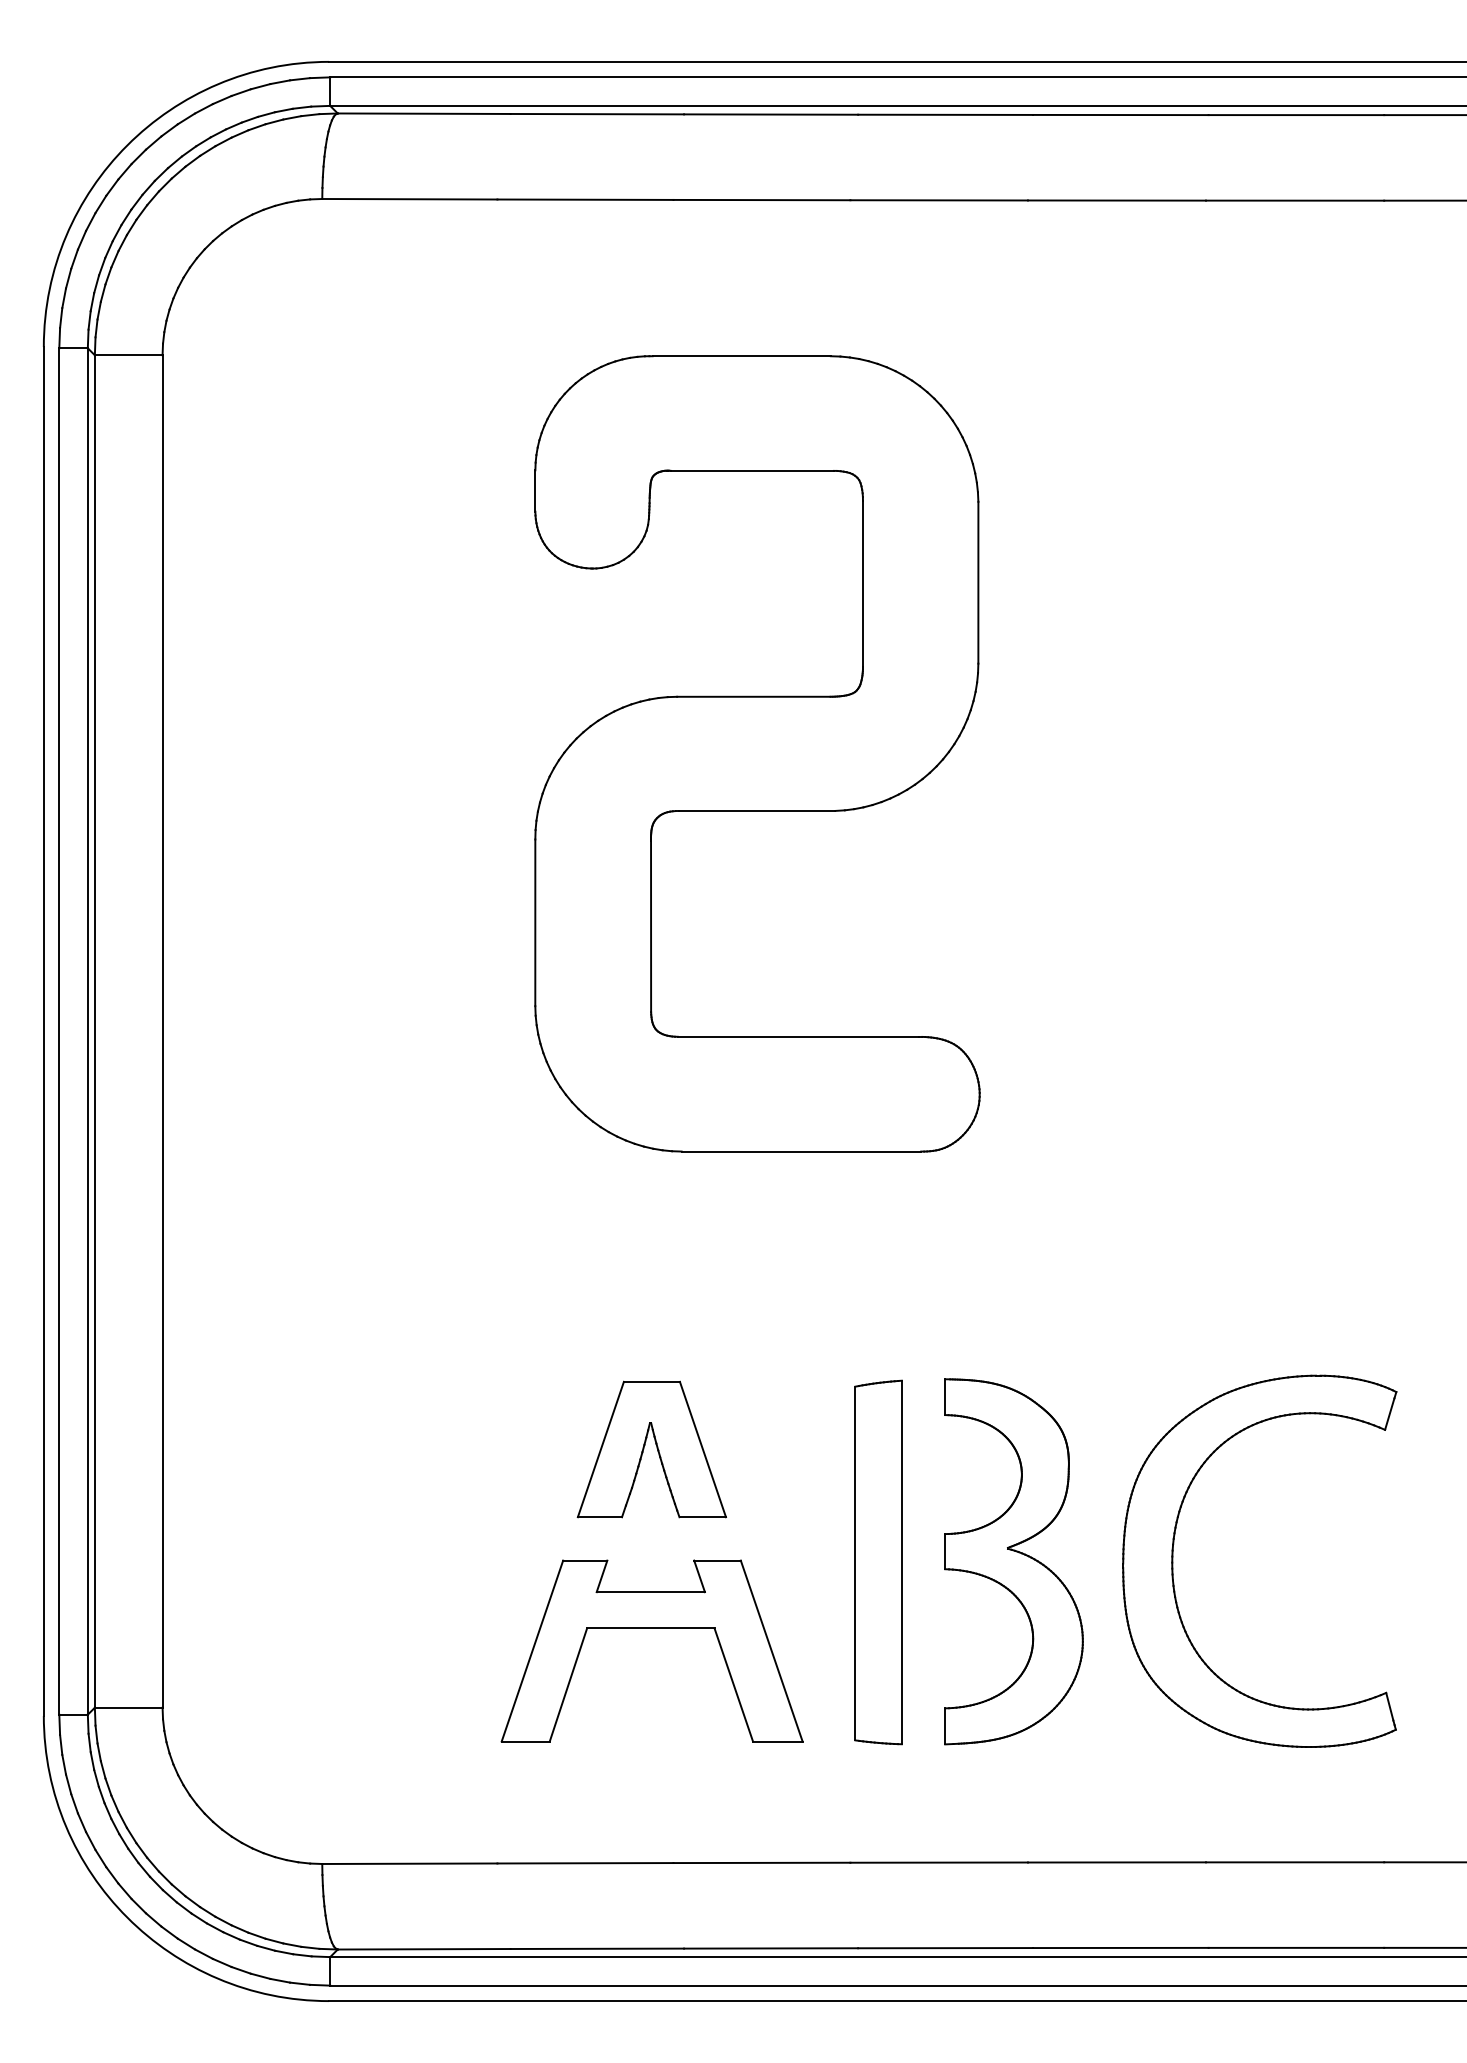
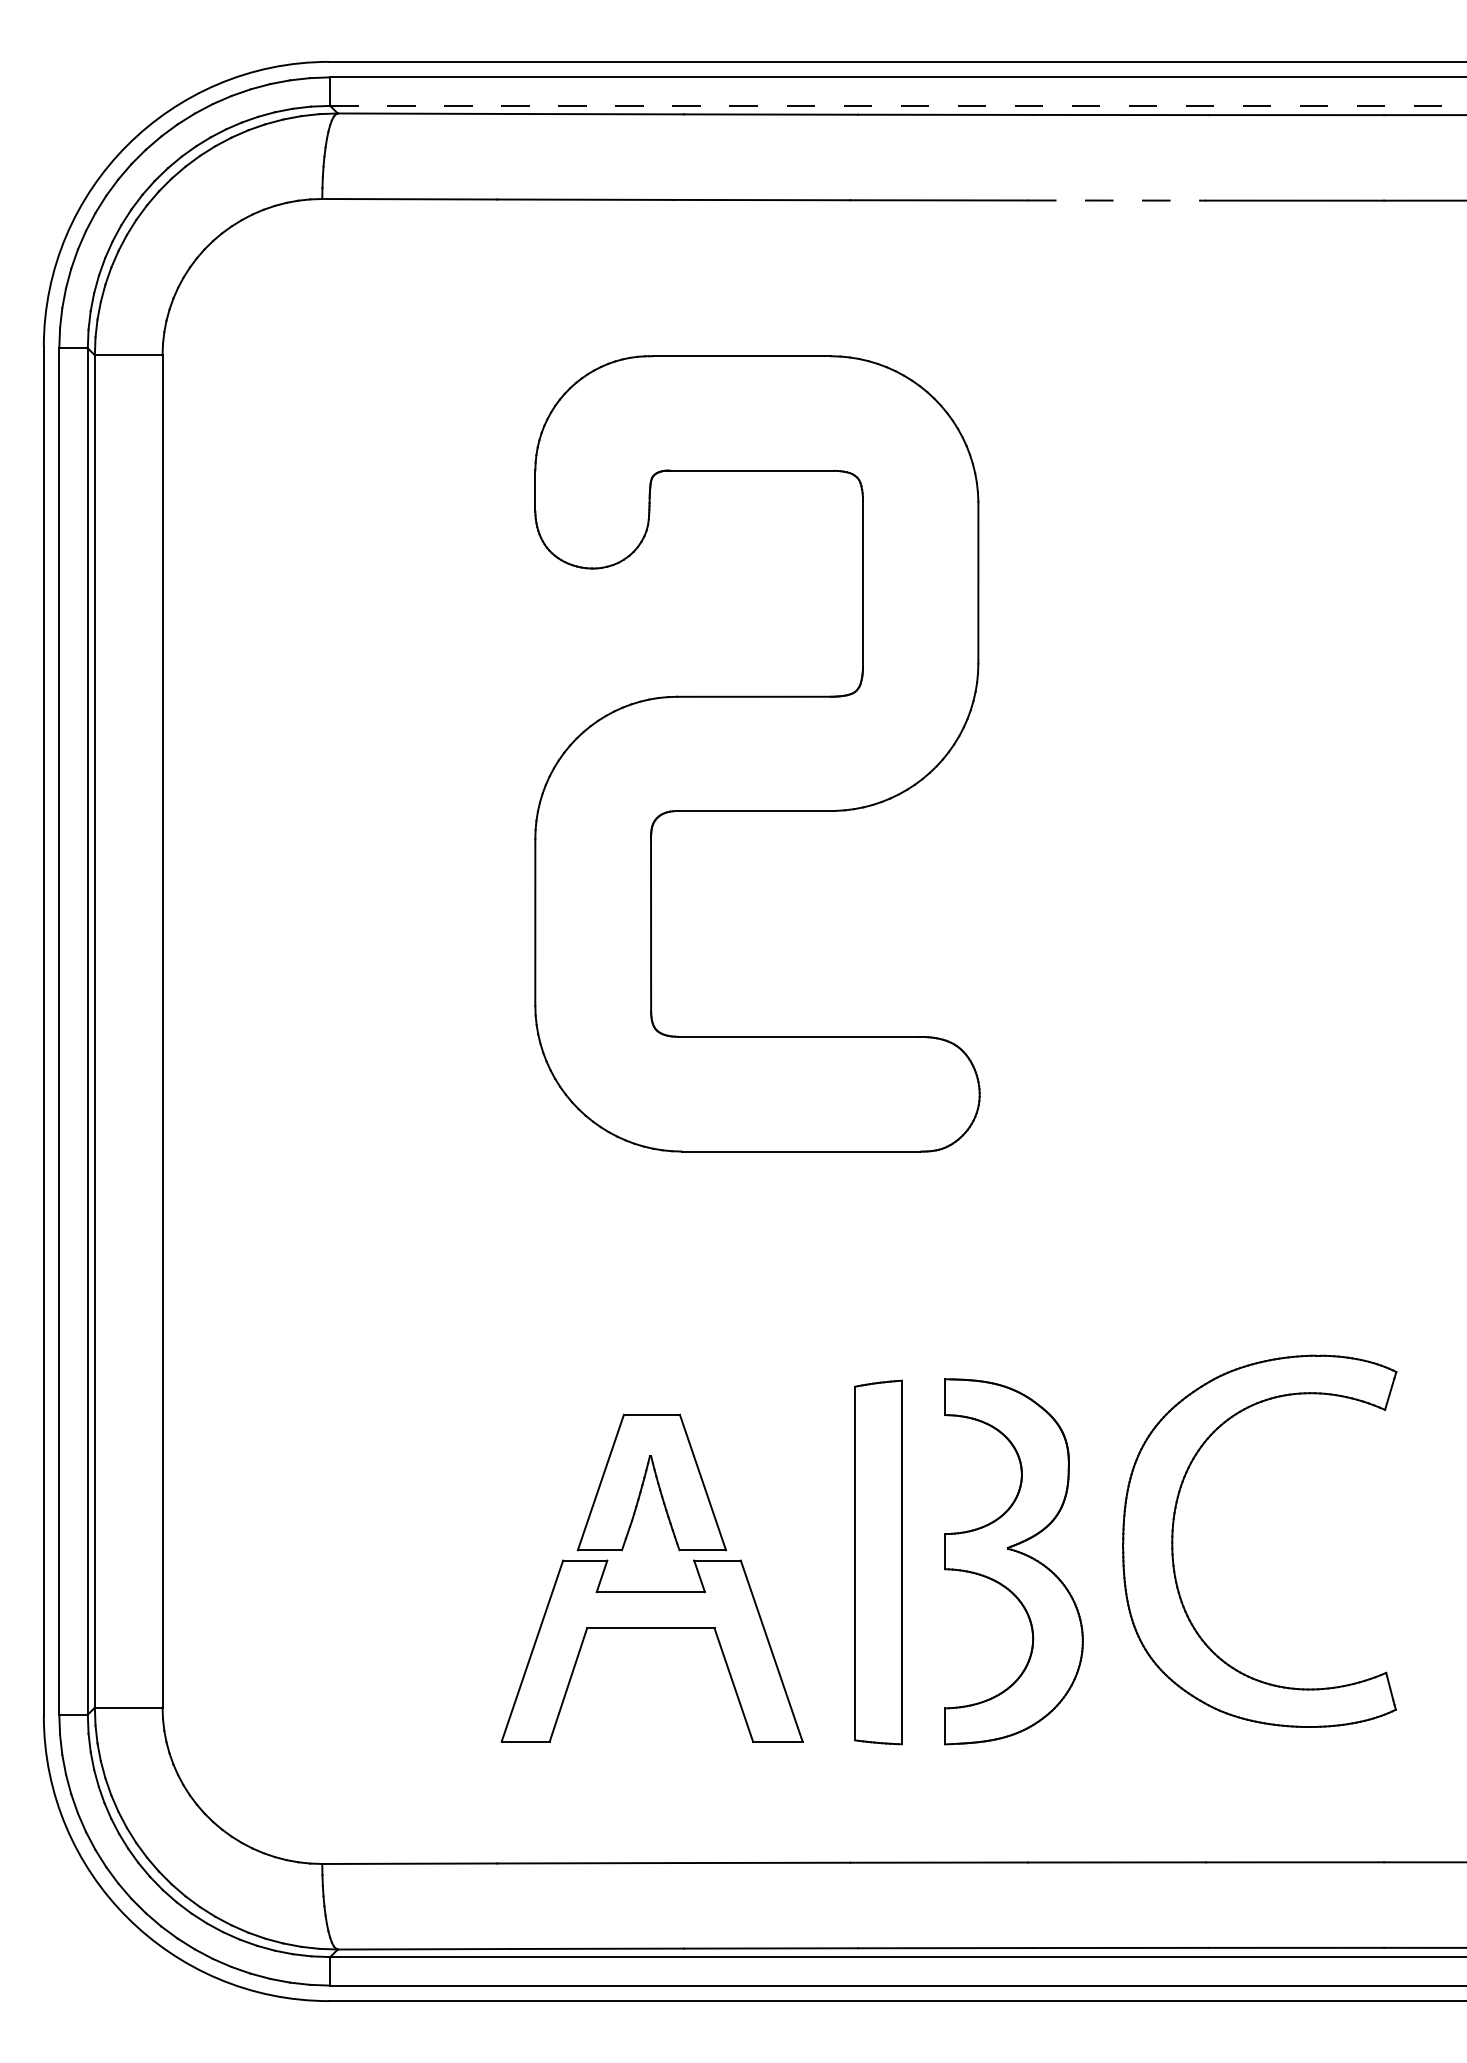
line at (898, 105): solid -> dashed
line at (1117, 200): solid -> dashed
part at (651, 1449) position: (651, 1449) -> (651, 1482)
part at (1173, 1560) position: (1173, 1560) -> (1173, 1540)
